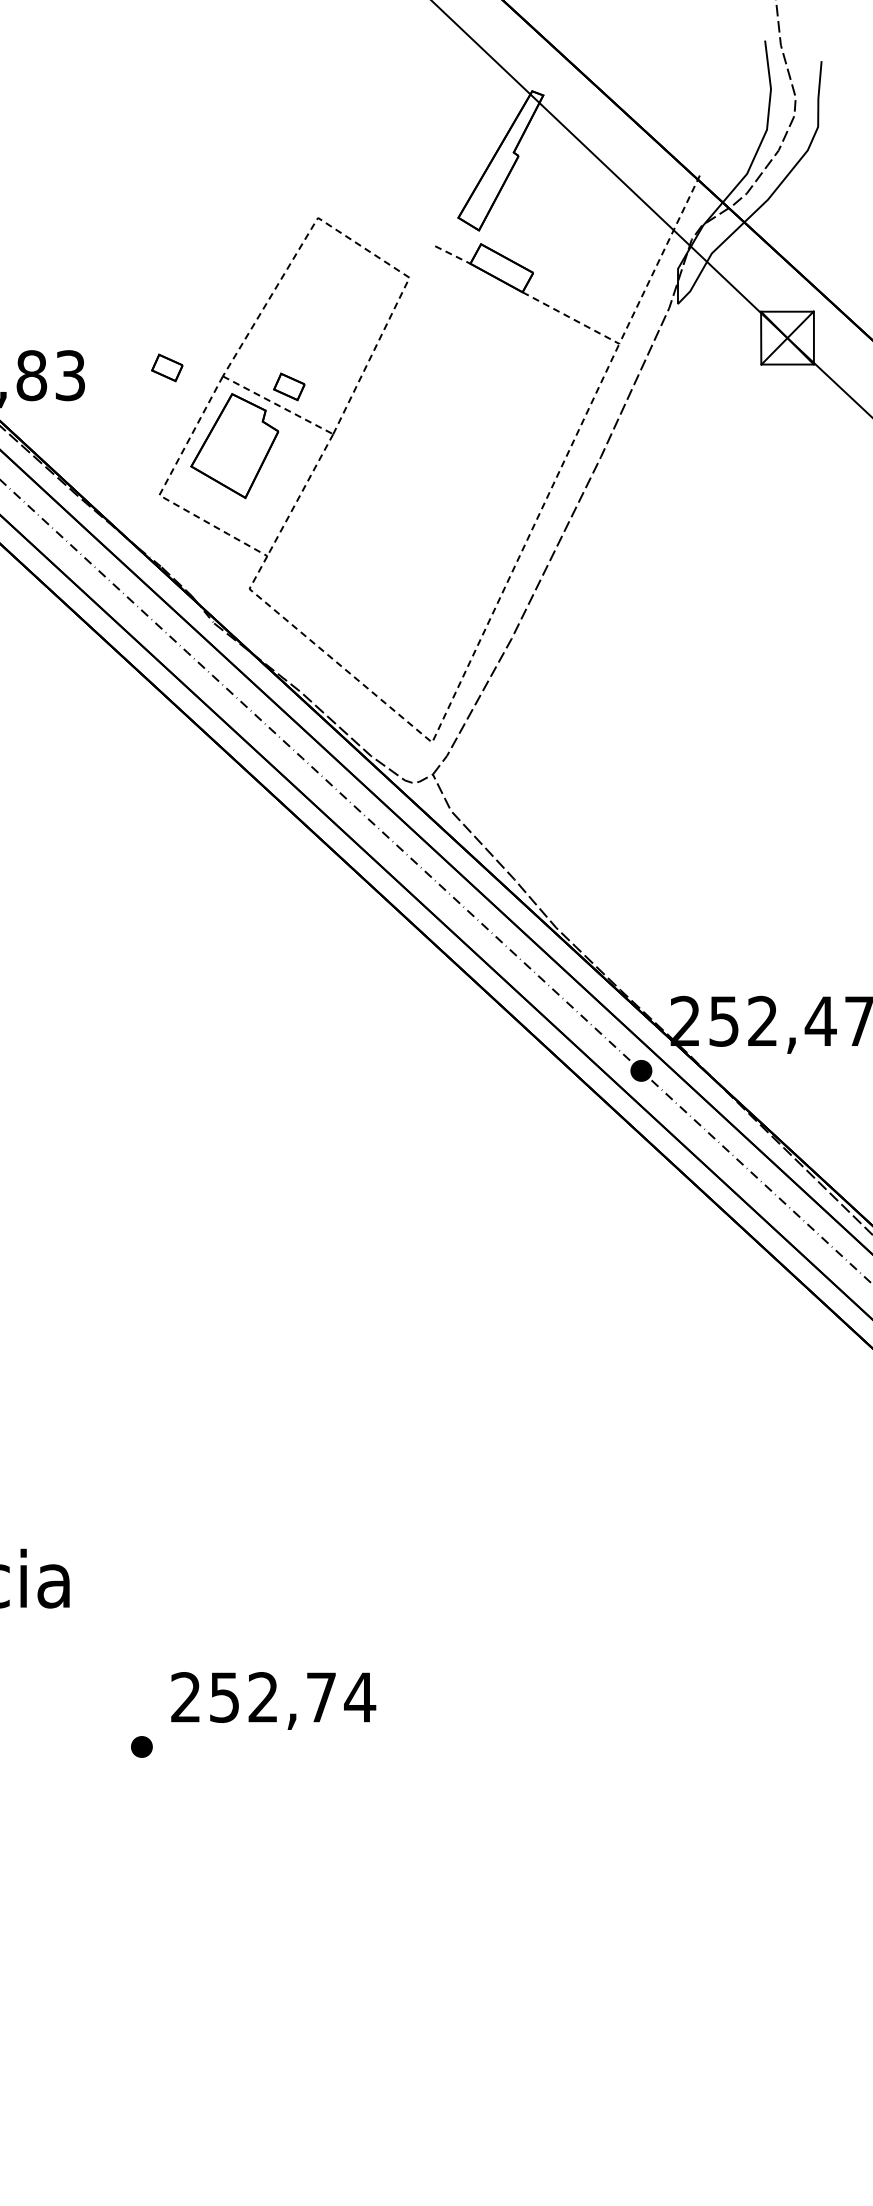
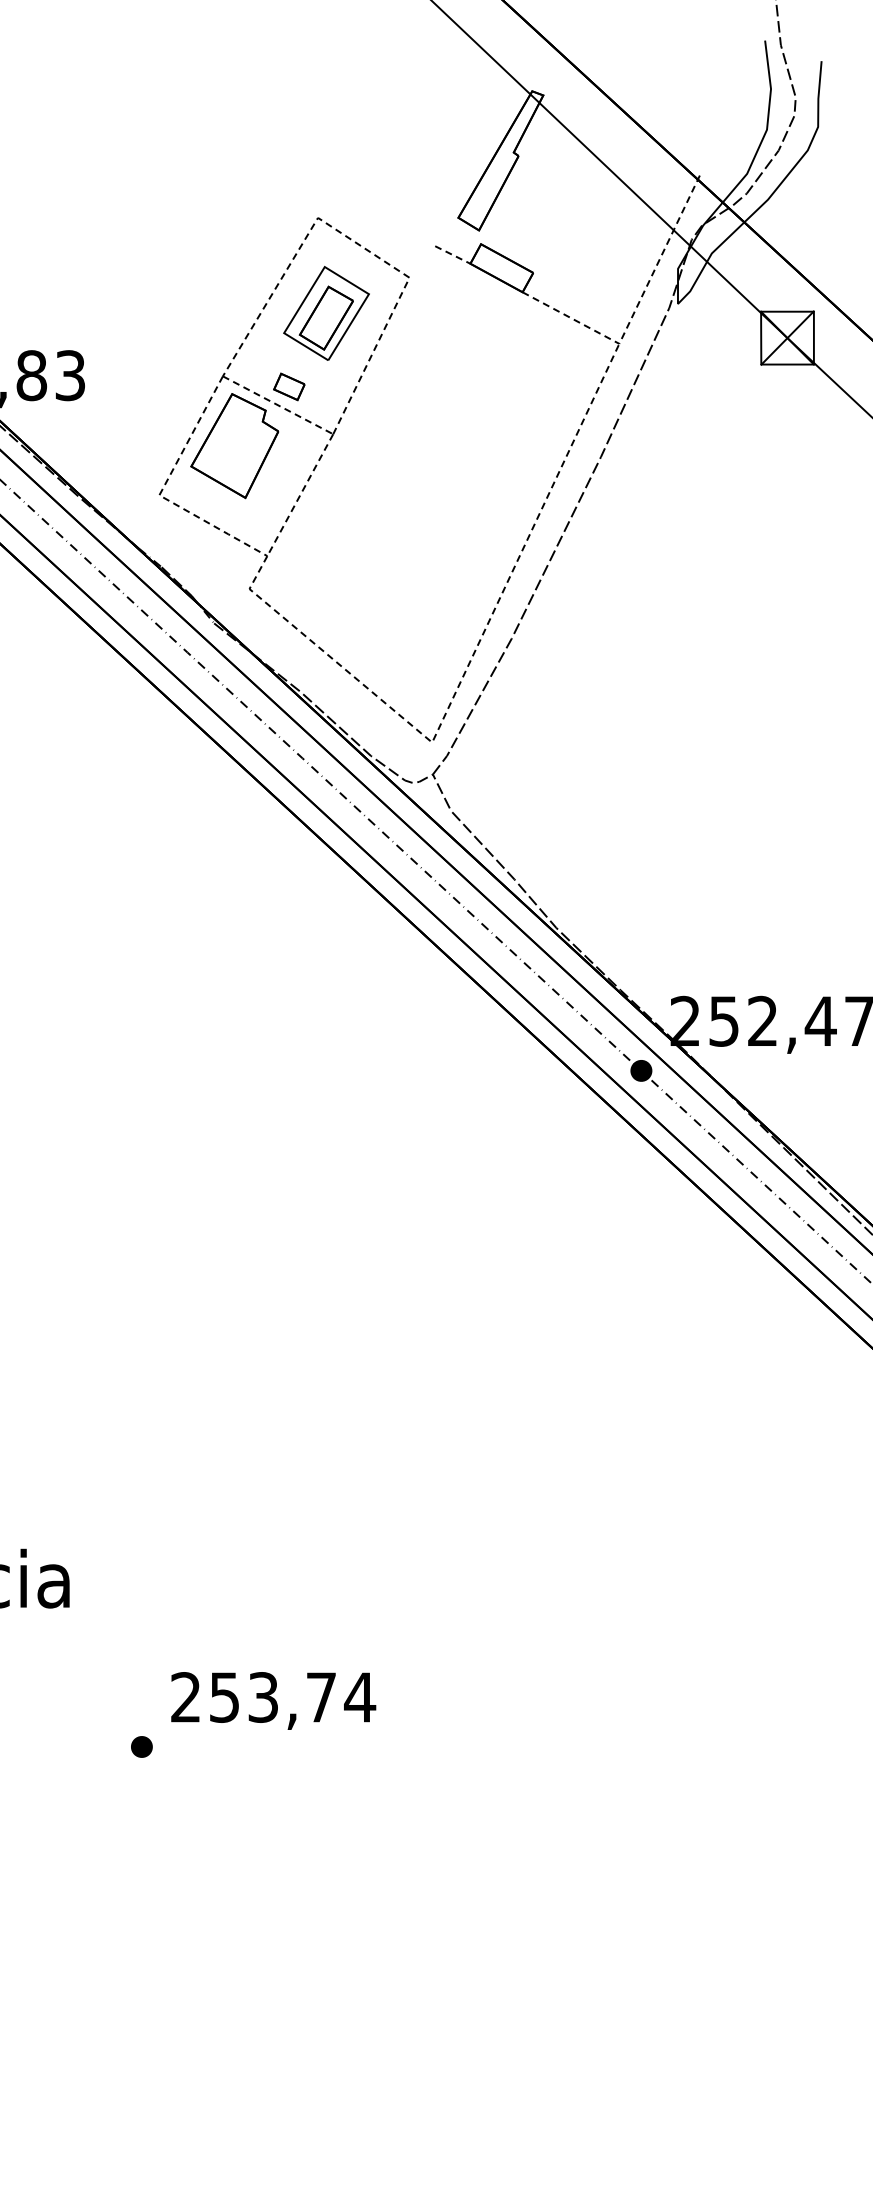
part at (326, 313): none -> present
part at (167, 367): present -> none
text at (262, 1697): 252,74 -> 253,74
